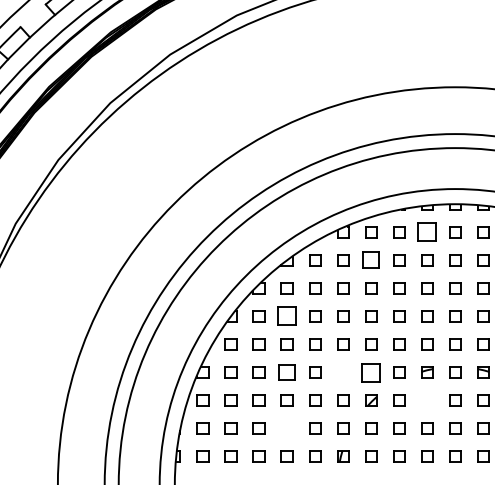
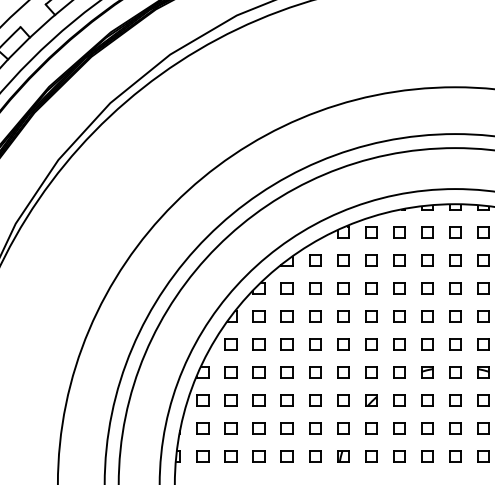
part at (426, 231) size: 20x20 px -> 13x13 px
part at (370, 259) size: 18x18 px -> 13x13 px
part at (286, 315) size: 20x20 px -> 14x13 px
part at (286, 372) size: 18x17 px -> 14x13 px
part at (343, 372): none -> present
part at (370, 372) size: 20x20 px -> 13x13 px
part at (427, 400): none -> present
part at (286, 428): none -> present
